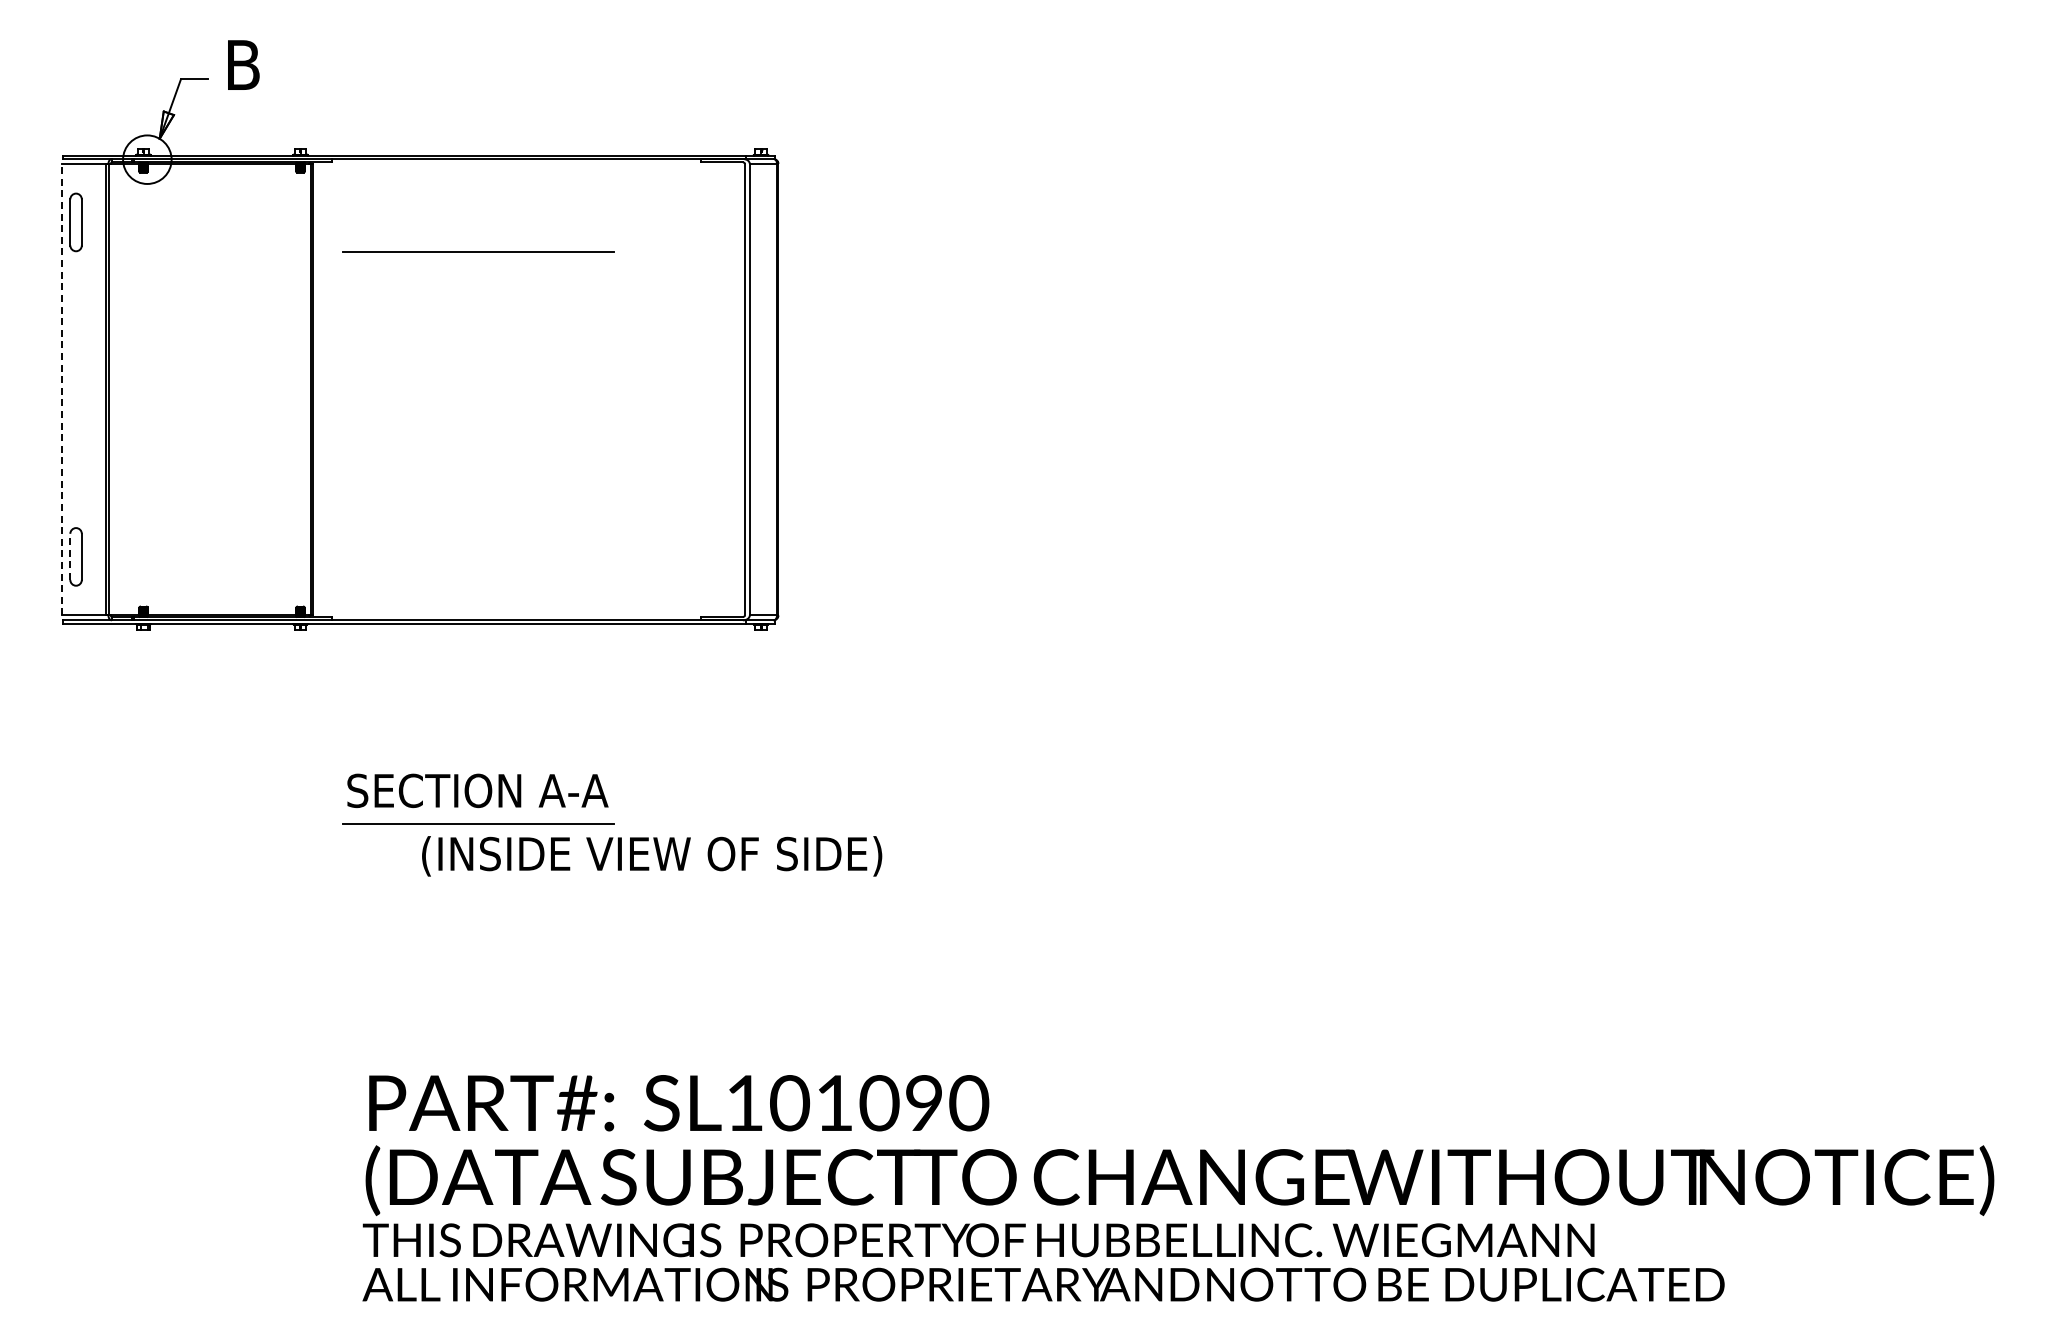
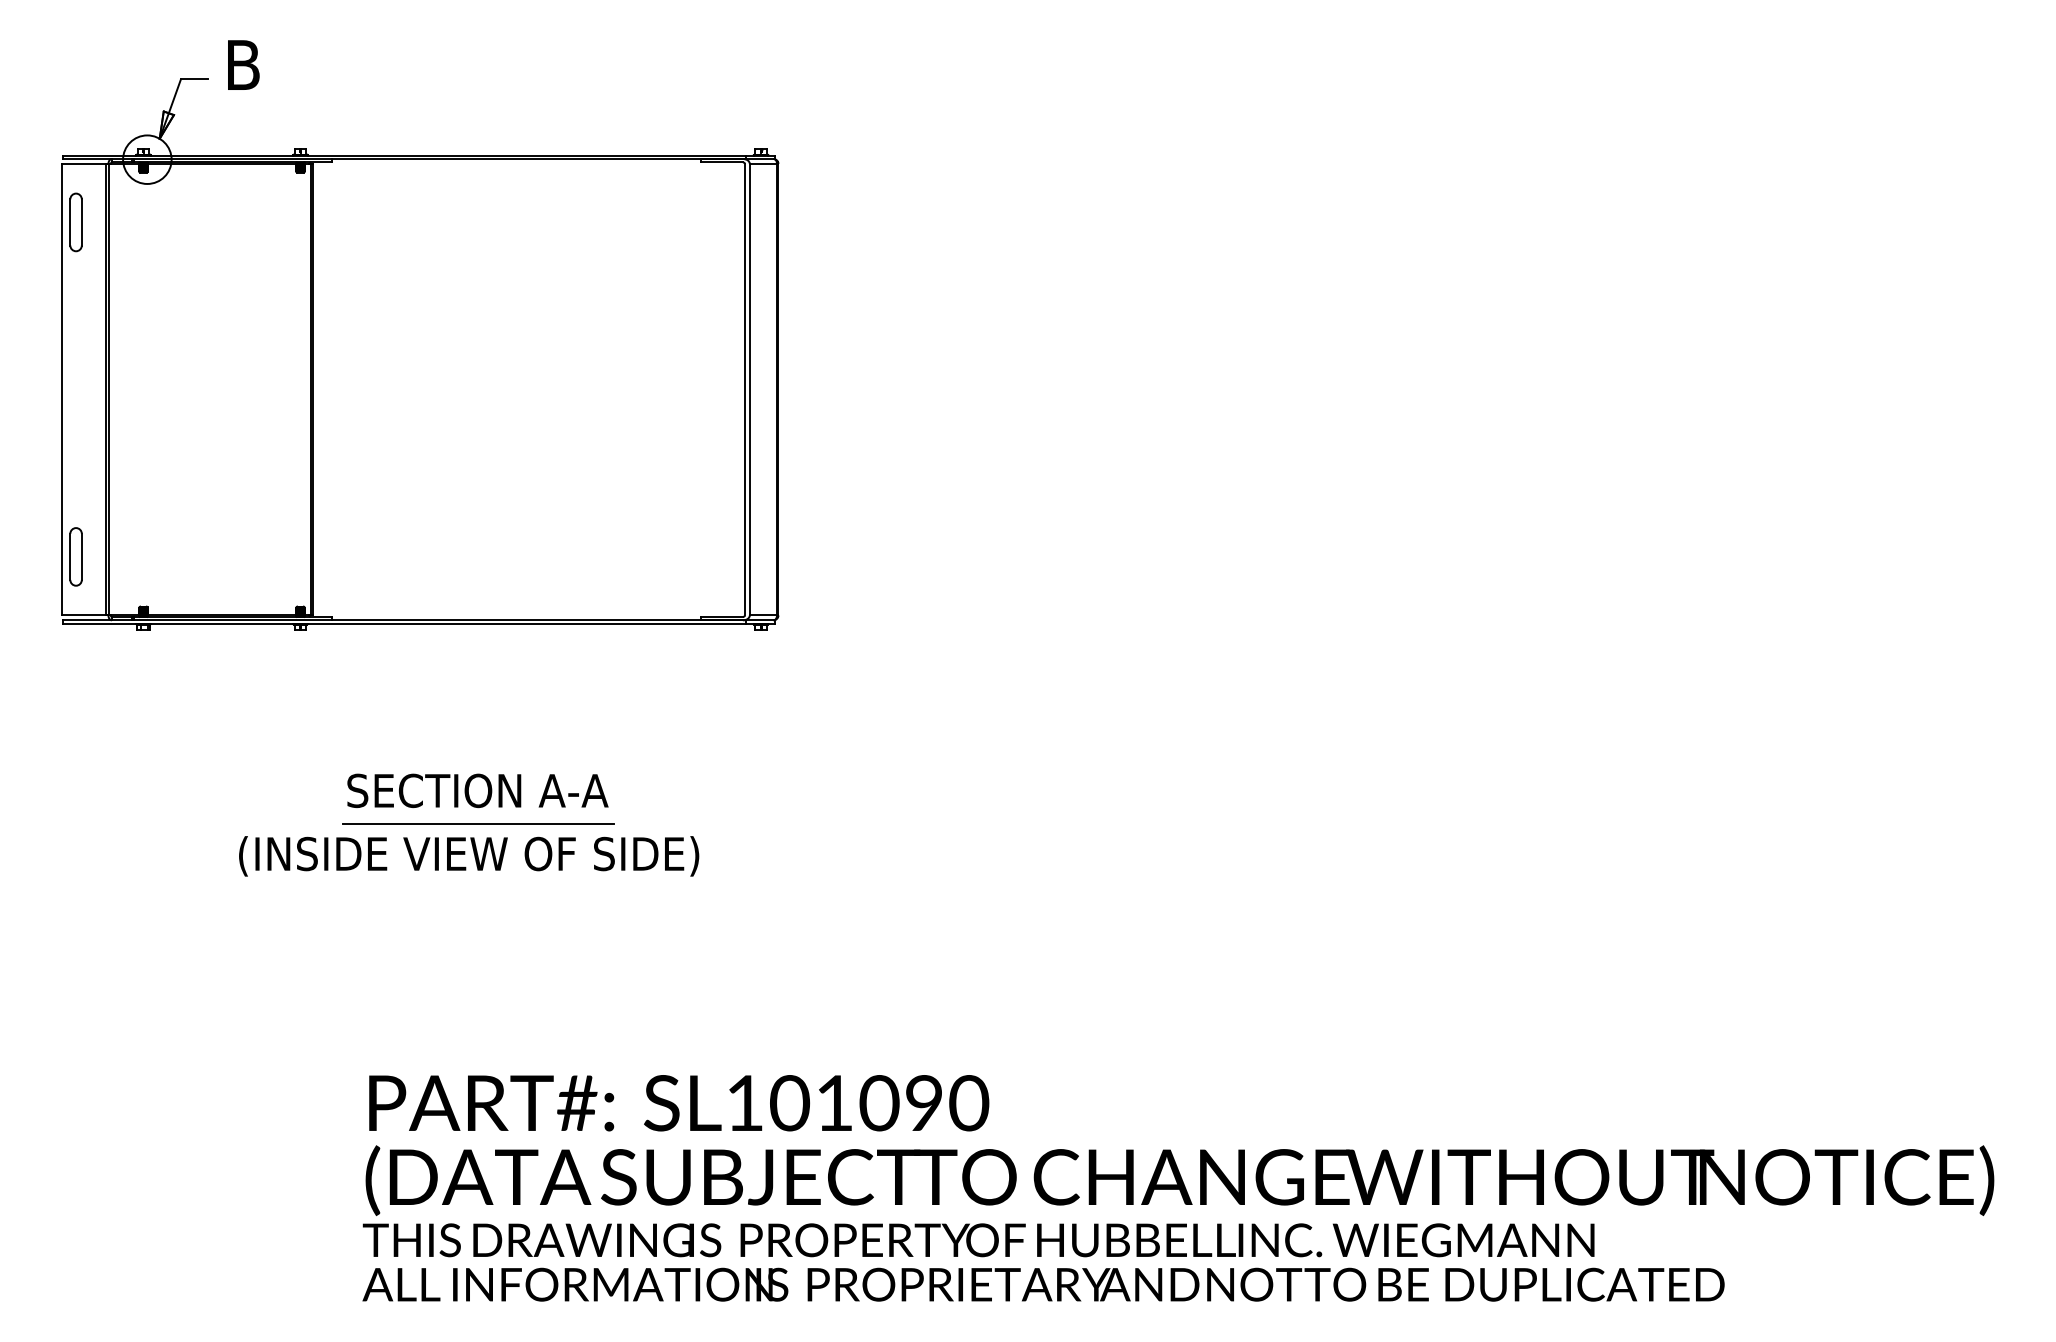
line at (478, 251): present -> none
line at (61, 389): dashed -> solid
line at (70, 556): dashed -> solid
text at (652, 856) position: (652, 856) -> (469, 856)
